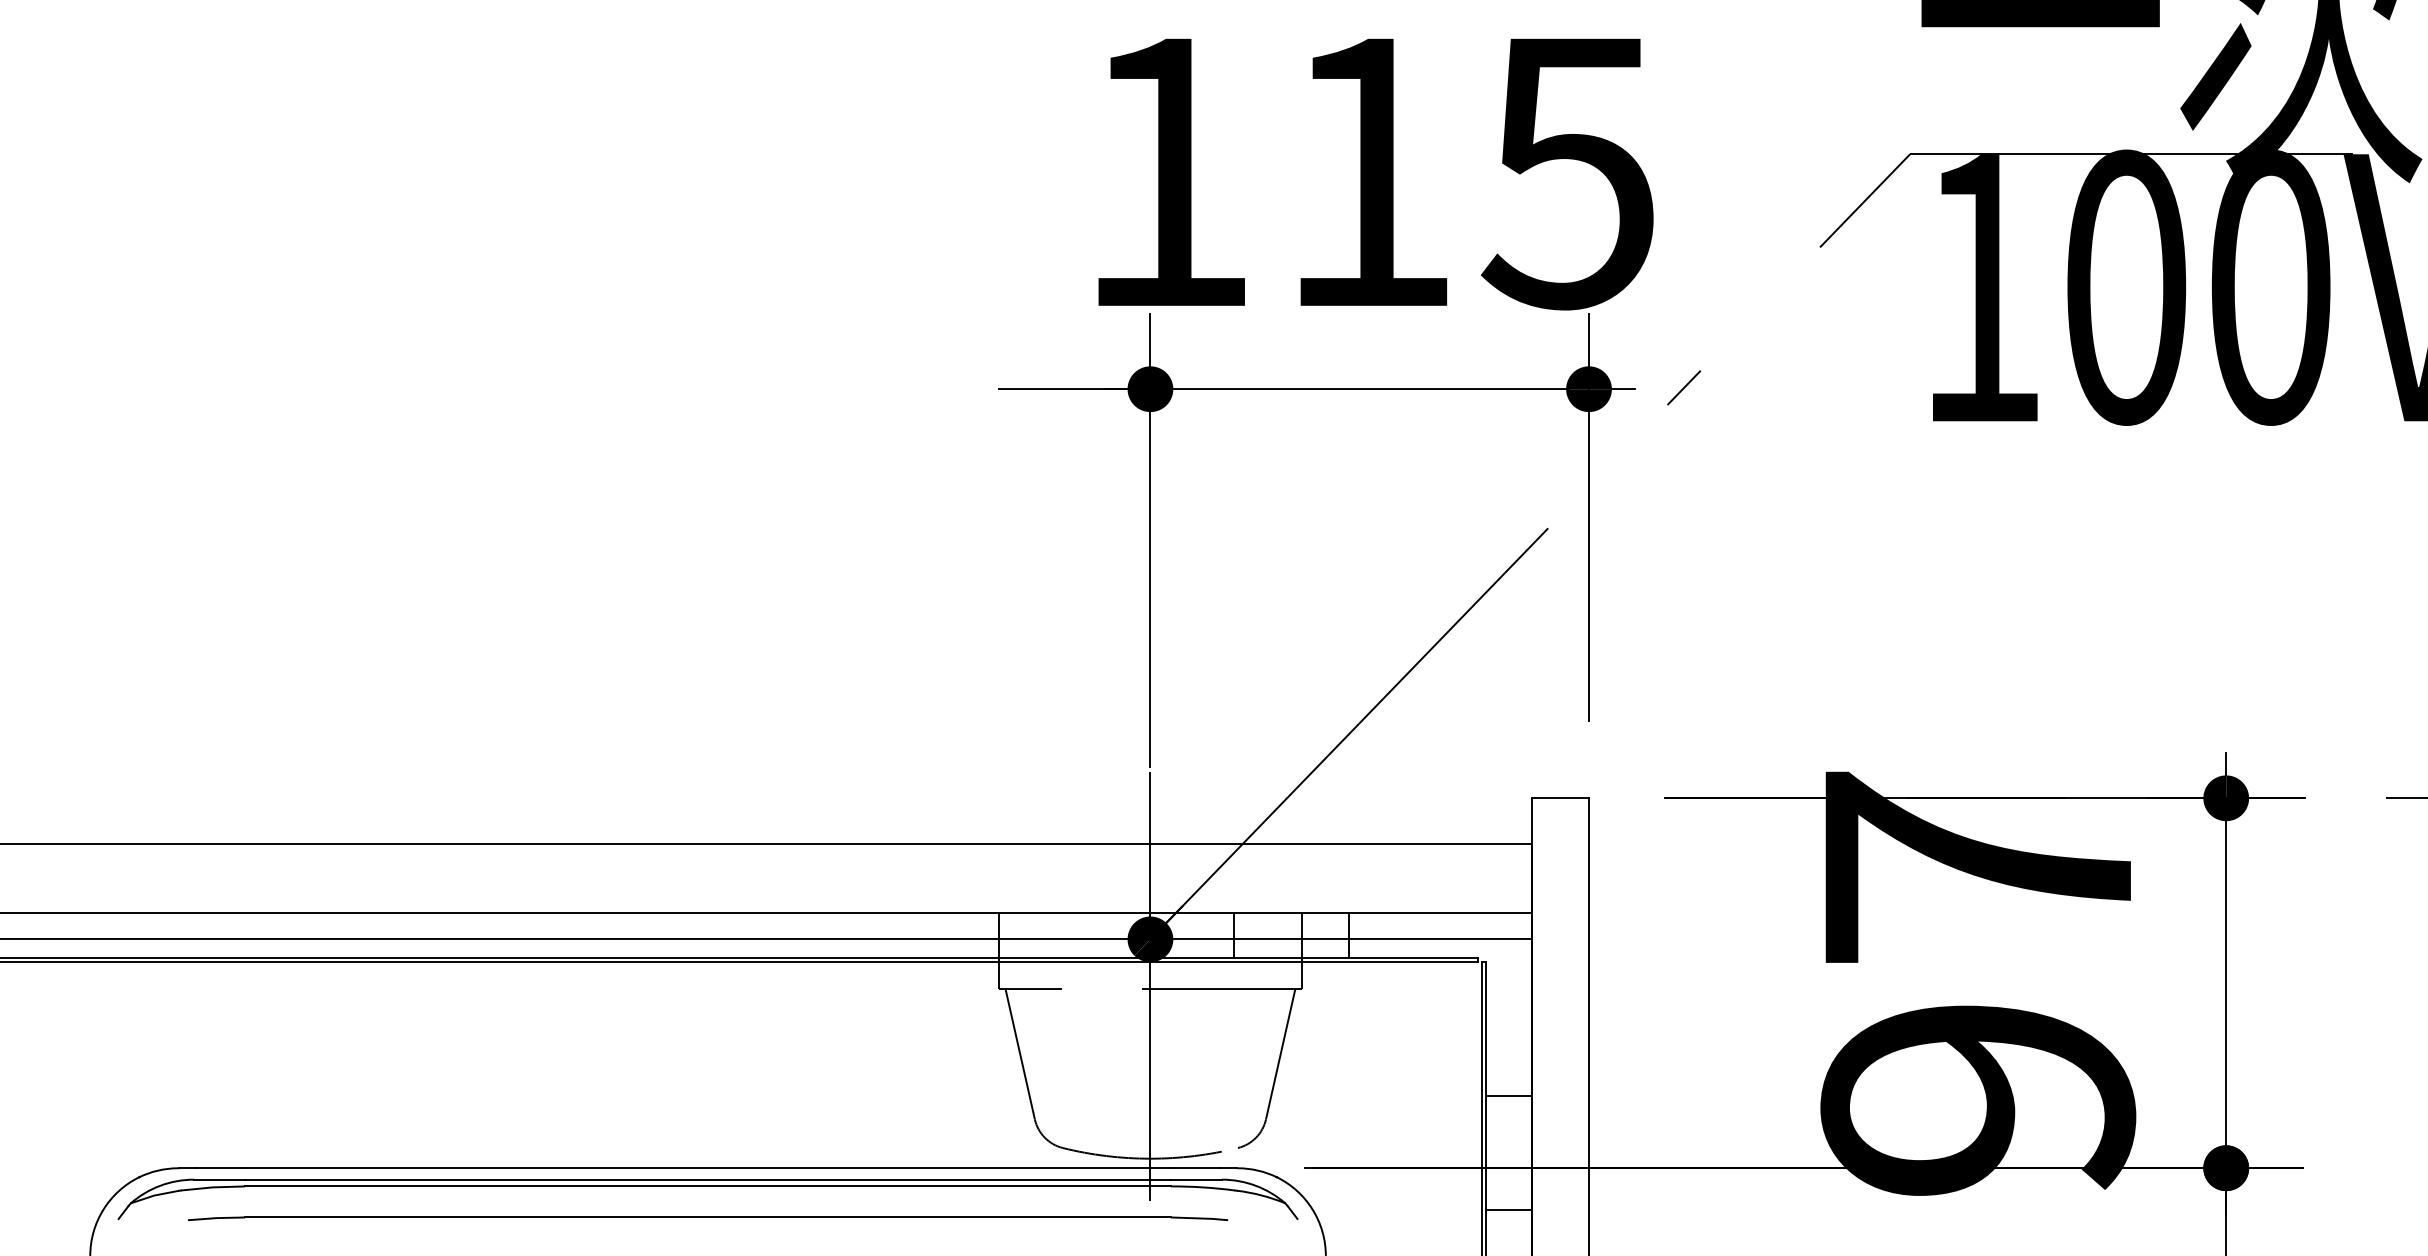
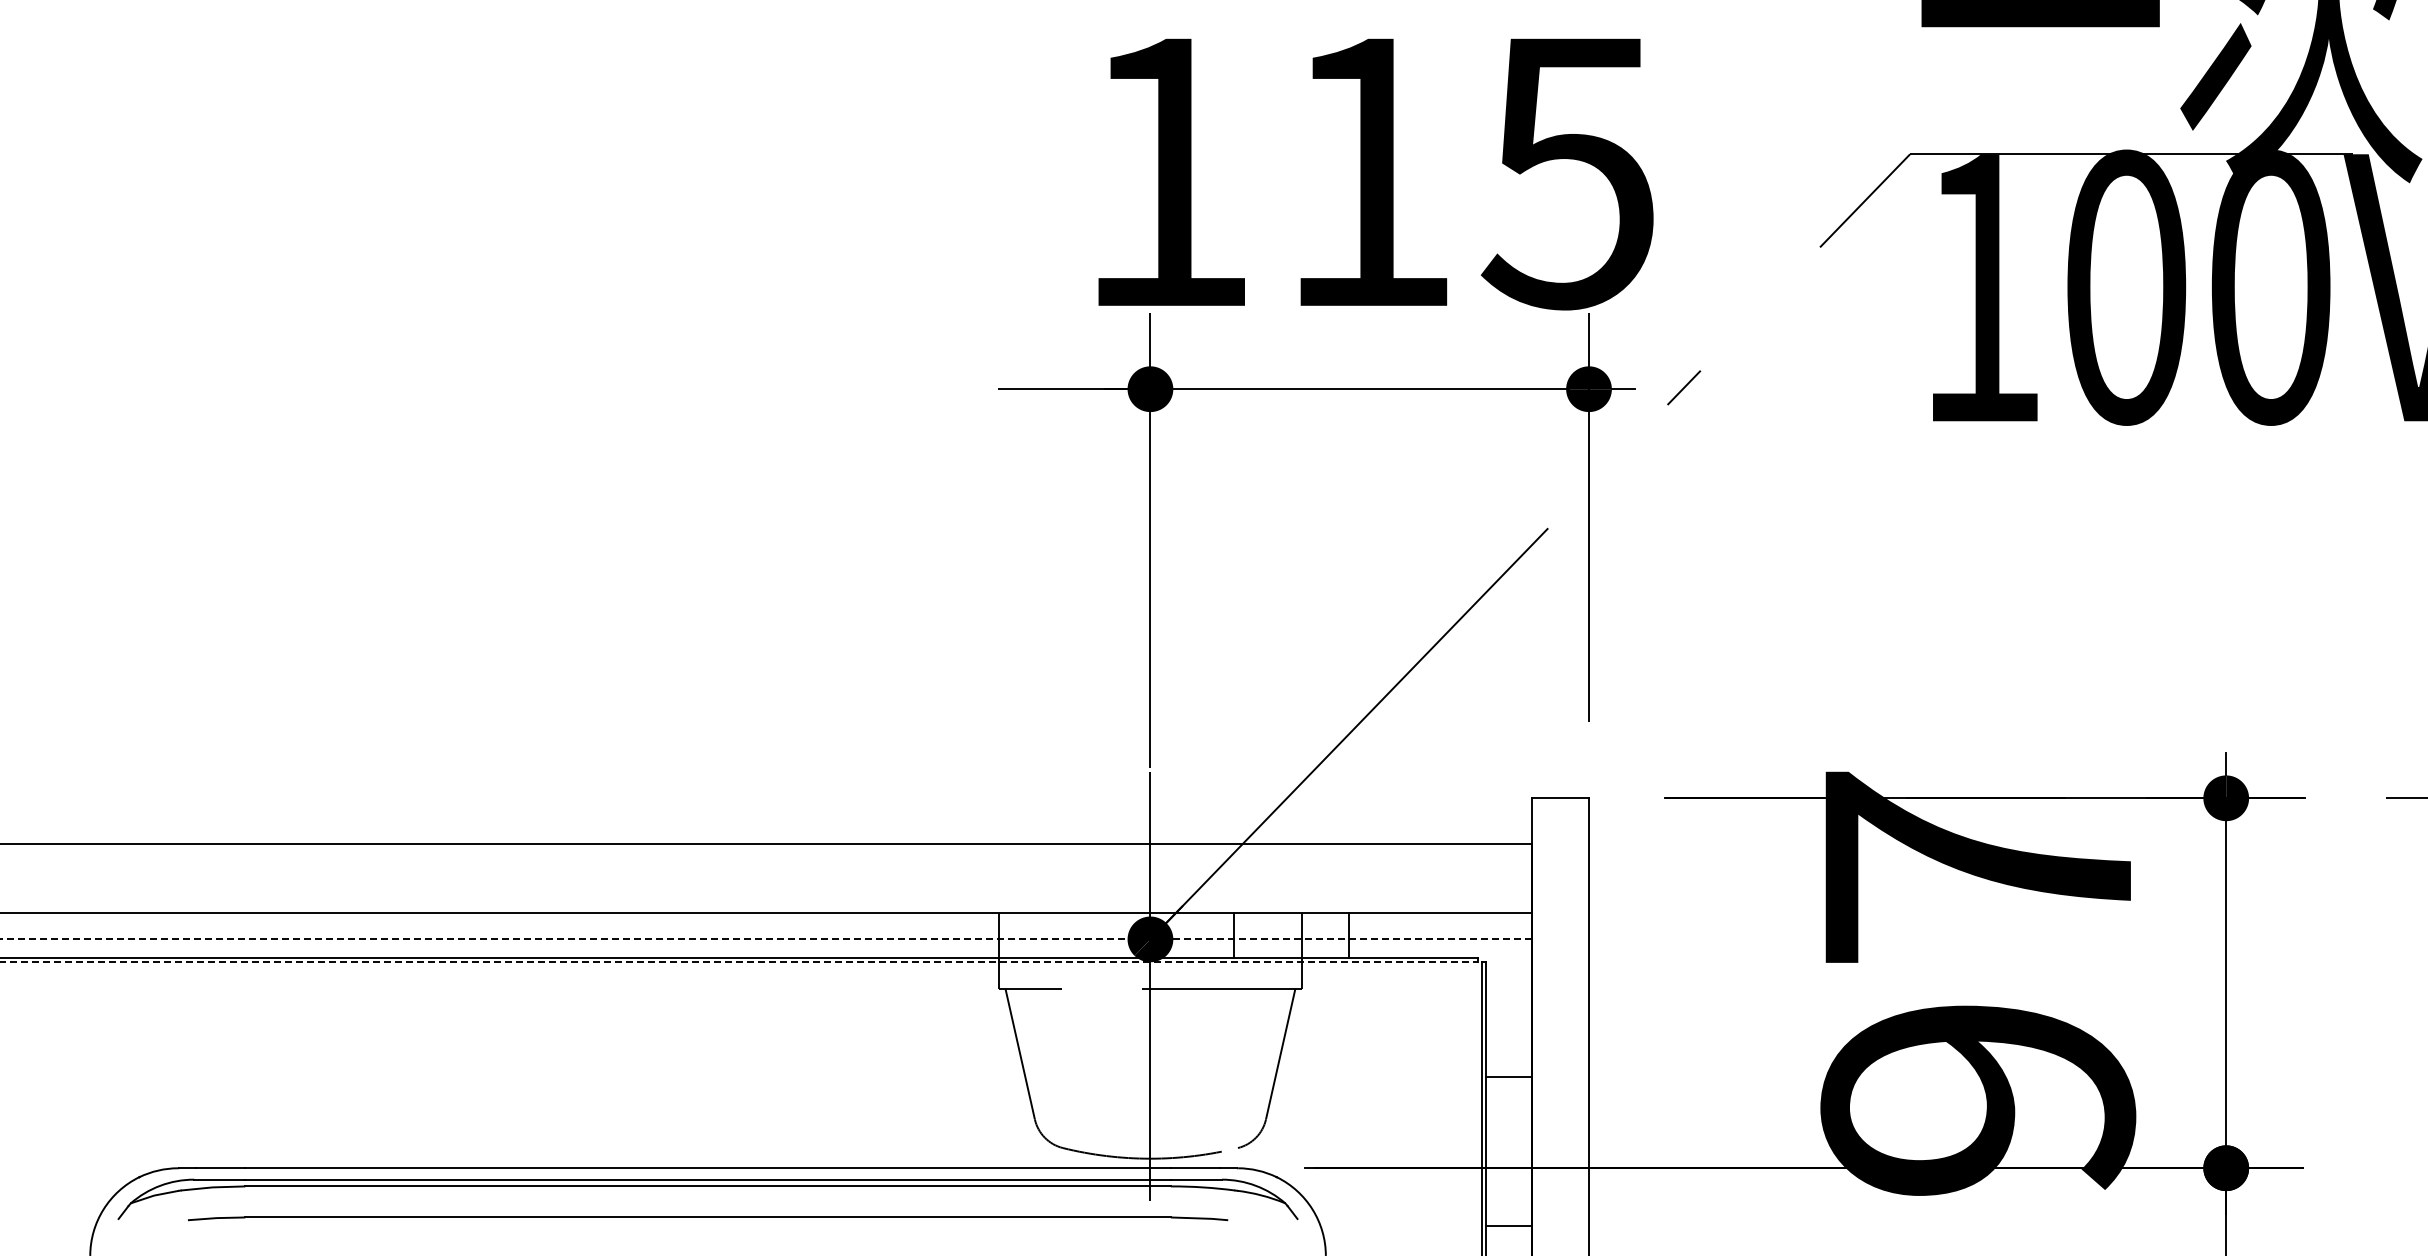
line at (766, 939): solid -> dashed
line at (739, 962): solid -> dashed
line at (1508, 1095) position: (1508, 1095) -> (1508, 1076)
line at (1508, 1210) position: (1508, 1210) -> (1508, 1226)
